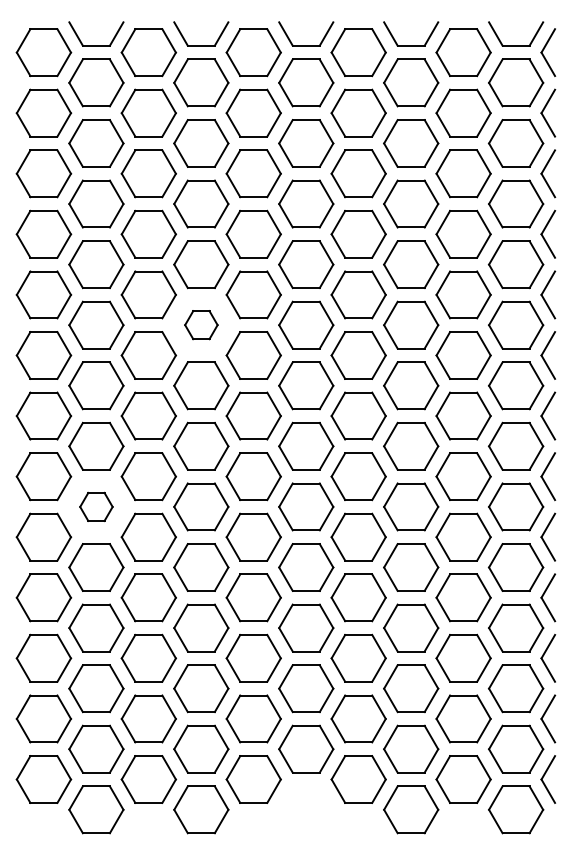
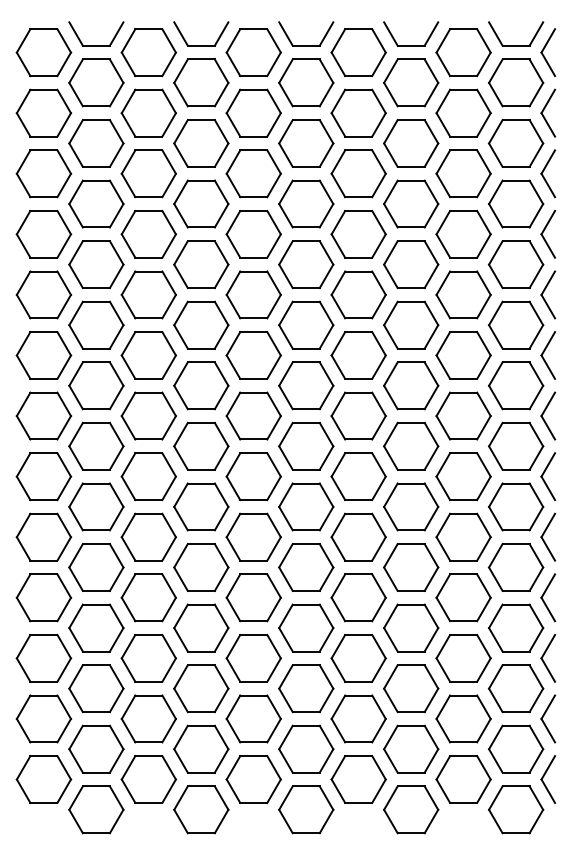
part at (201, 325) size: 35x31 px -> 57x50 px
part at (96, 506) size: 35x31 px -> 57x50 px
part at (306, 809): none -> present
